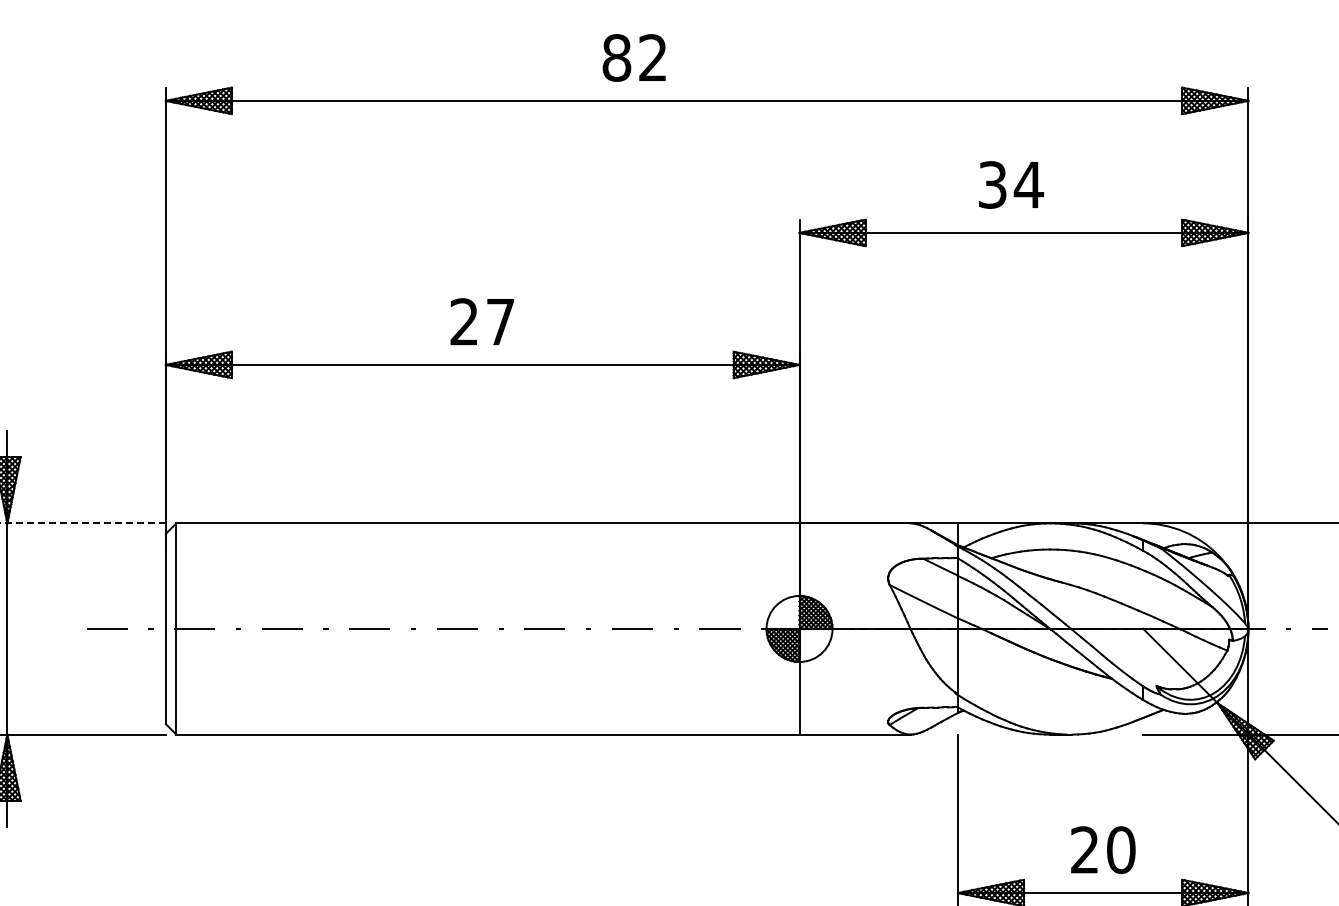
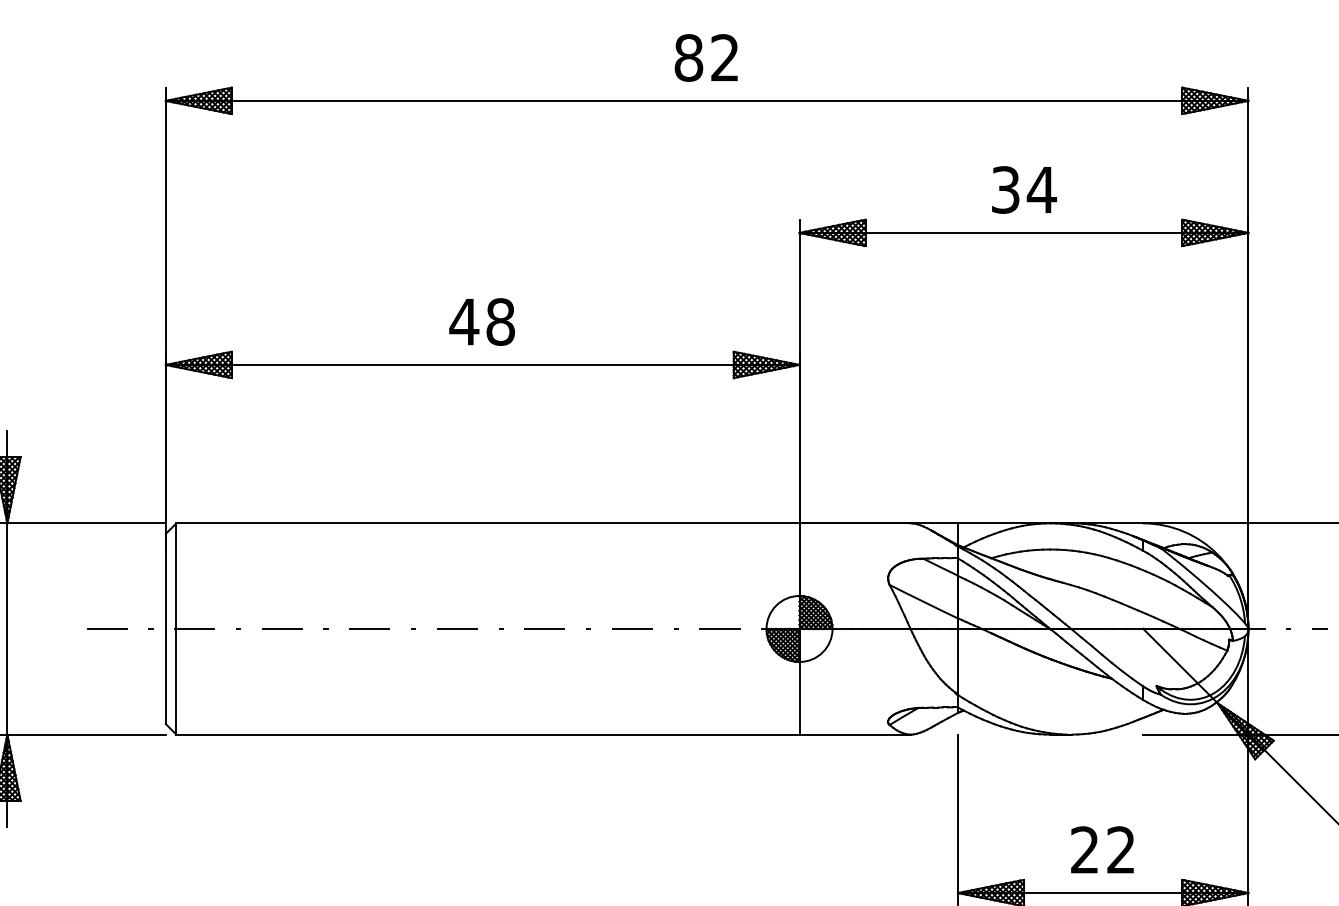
text at (633, 57) position: (633, 57) -> (705, 57)
text at (1011, 184) position: (1011, 184) -> (1024, 189)
text at (481, 321): 27 -> 48
line at (82, 523): dashed -> solid
text at (1121, 850): 20 -> 22
